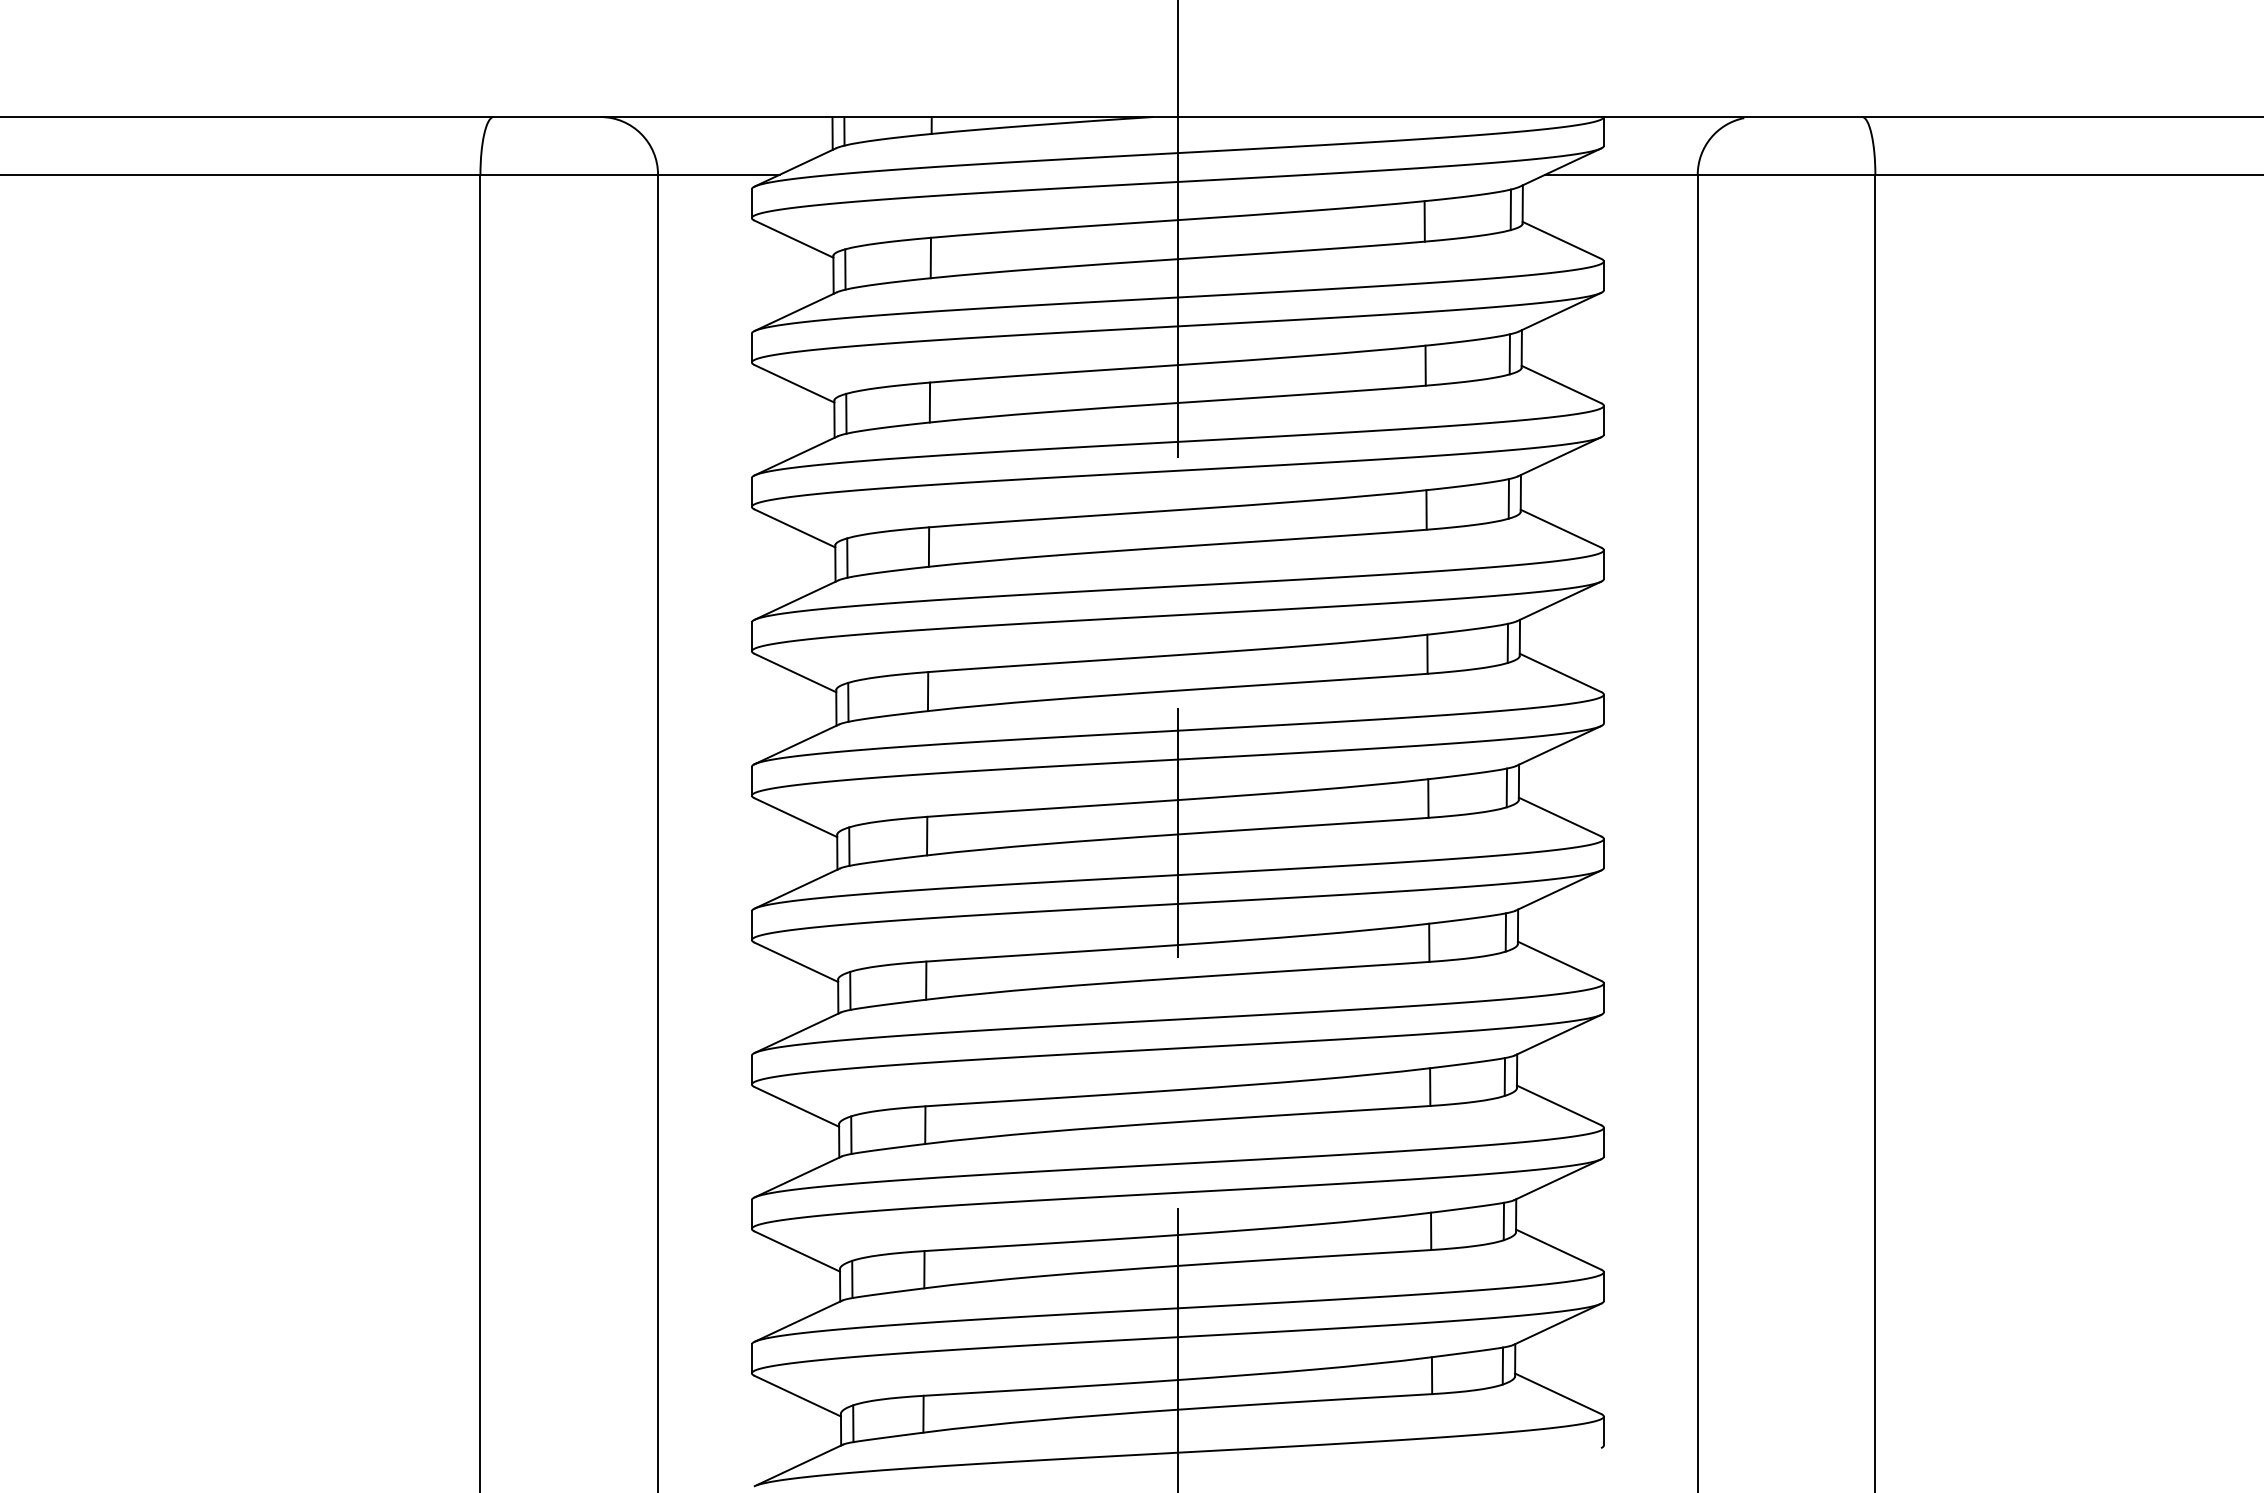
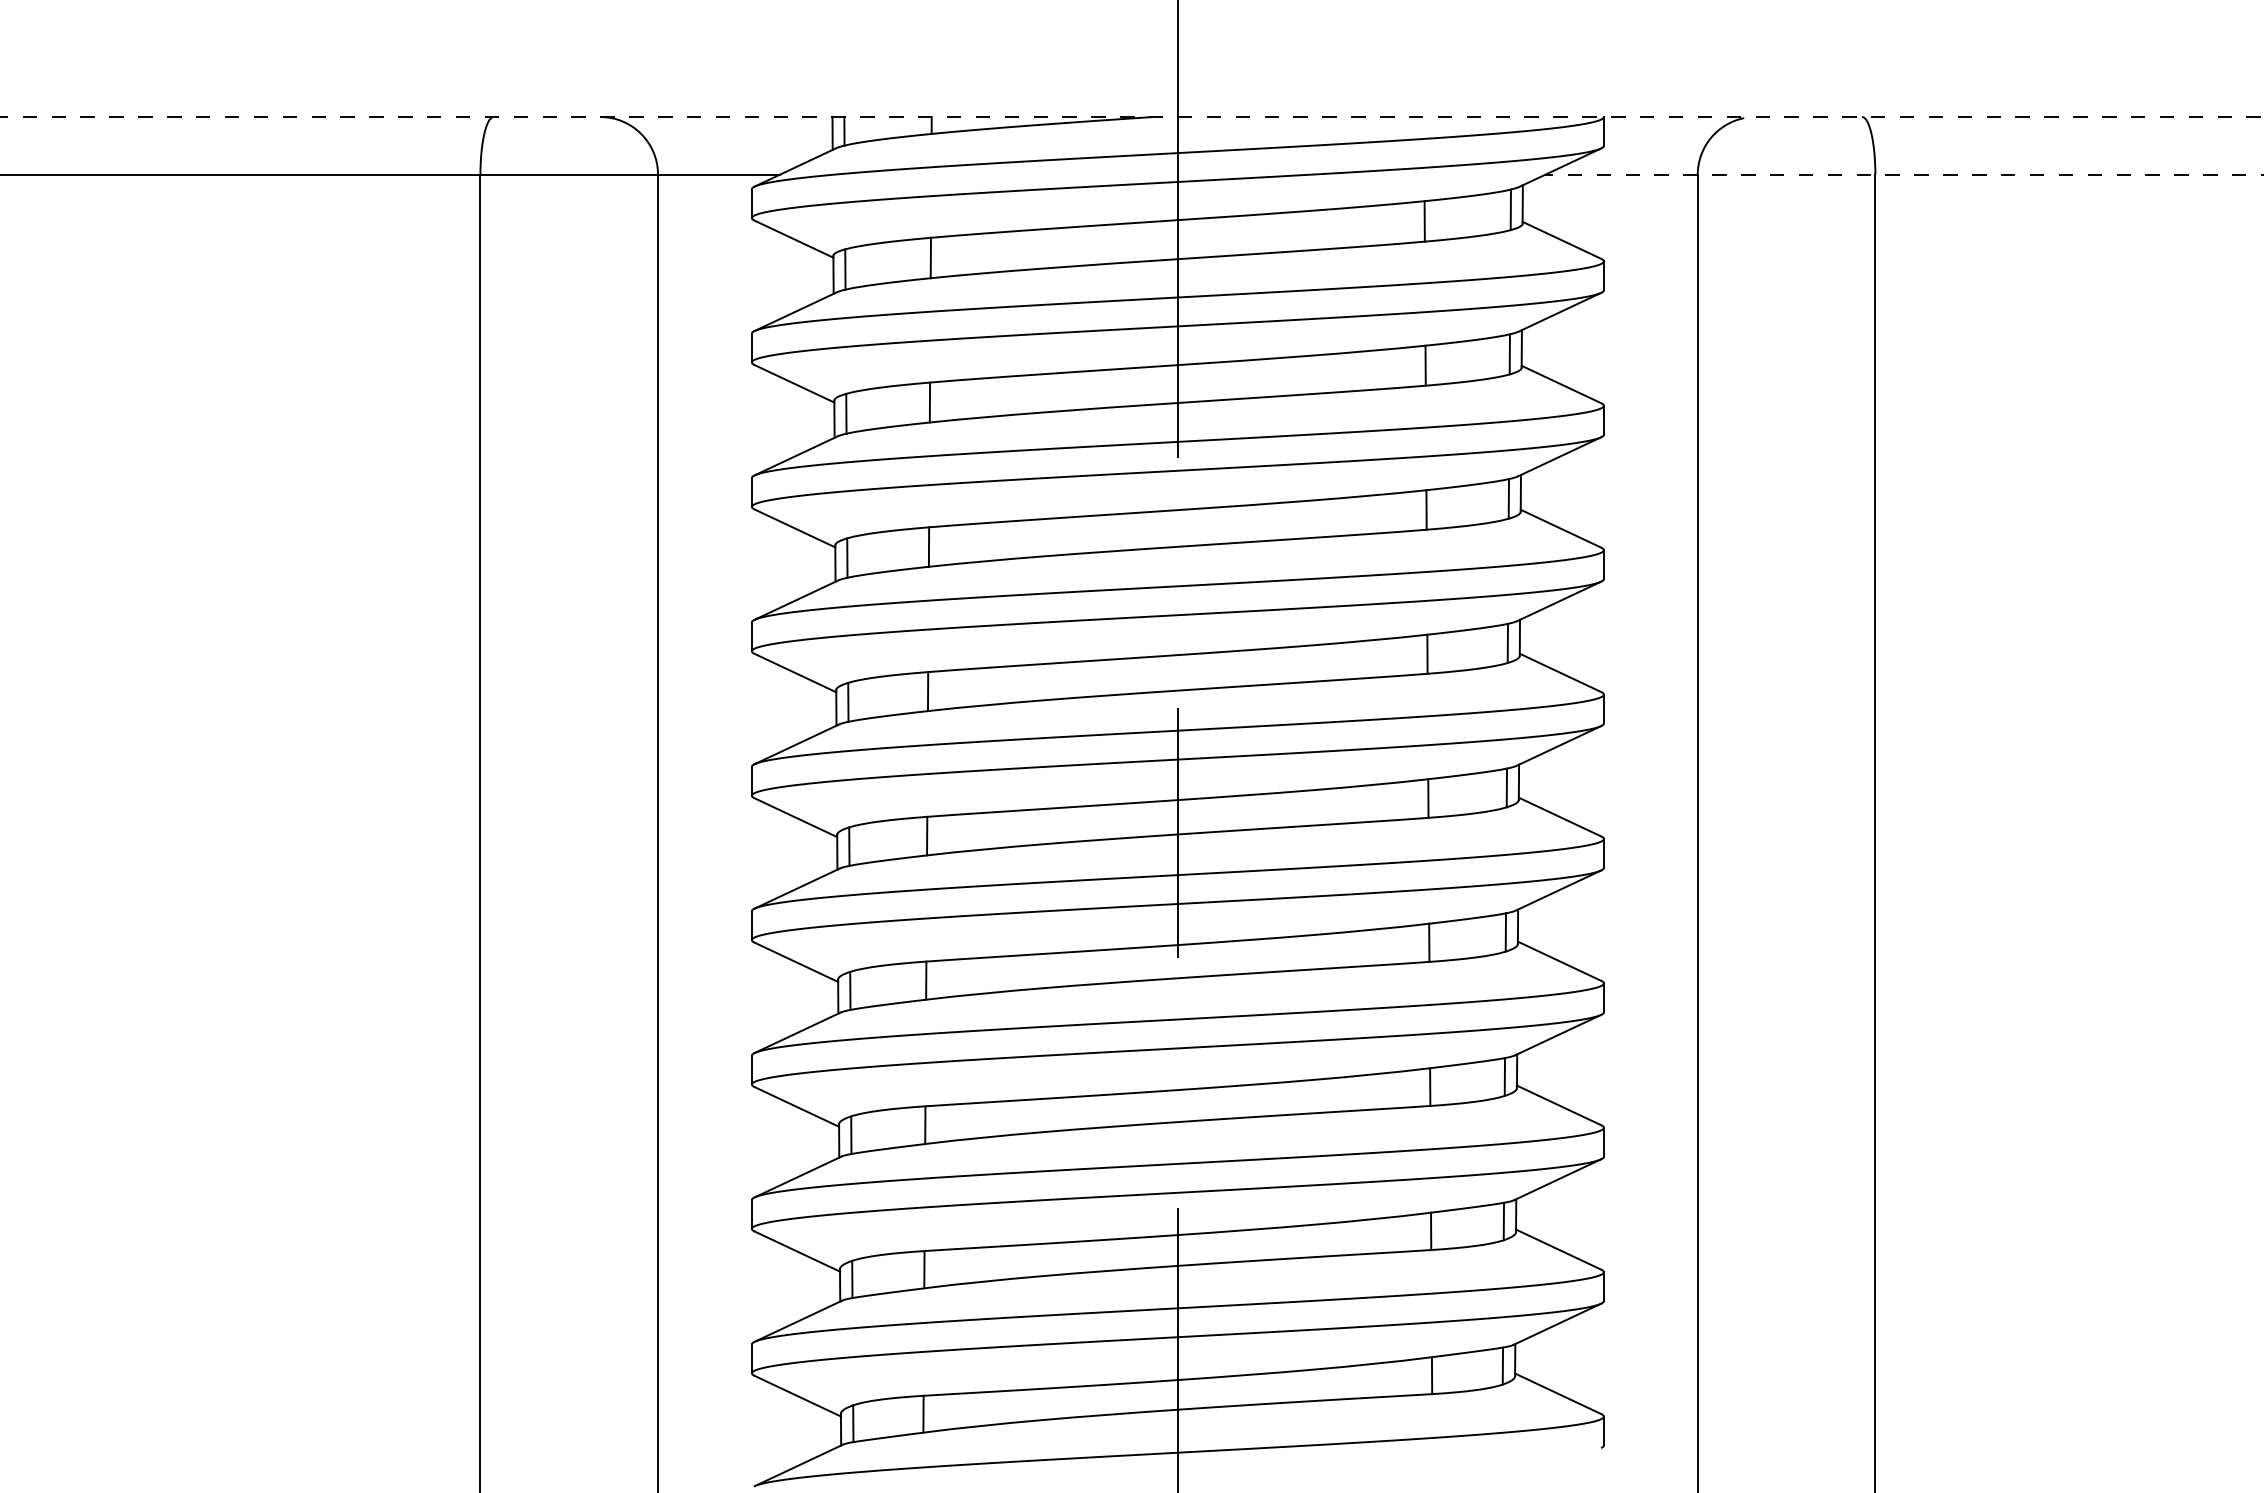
line at (1131, 117): solid -> dashed
line at (1904, 174): solid -> dashed
